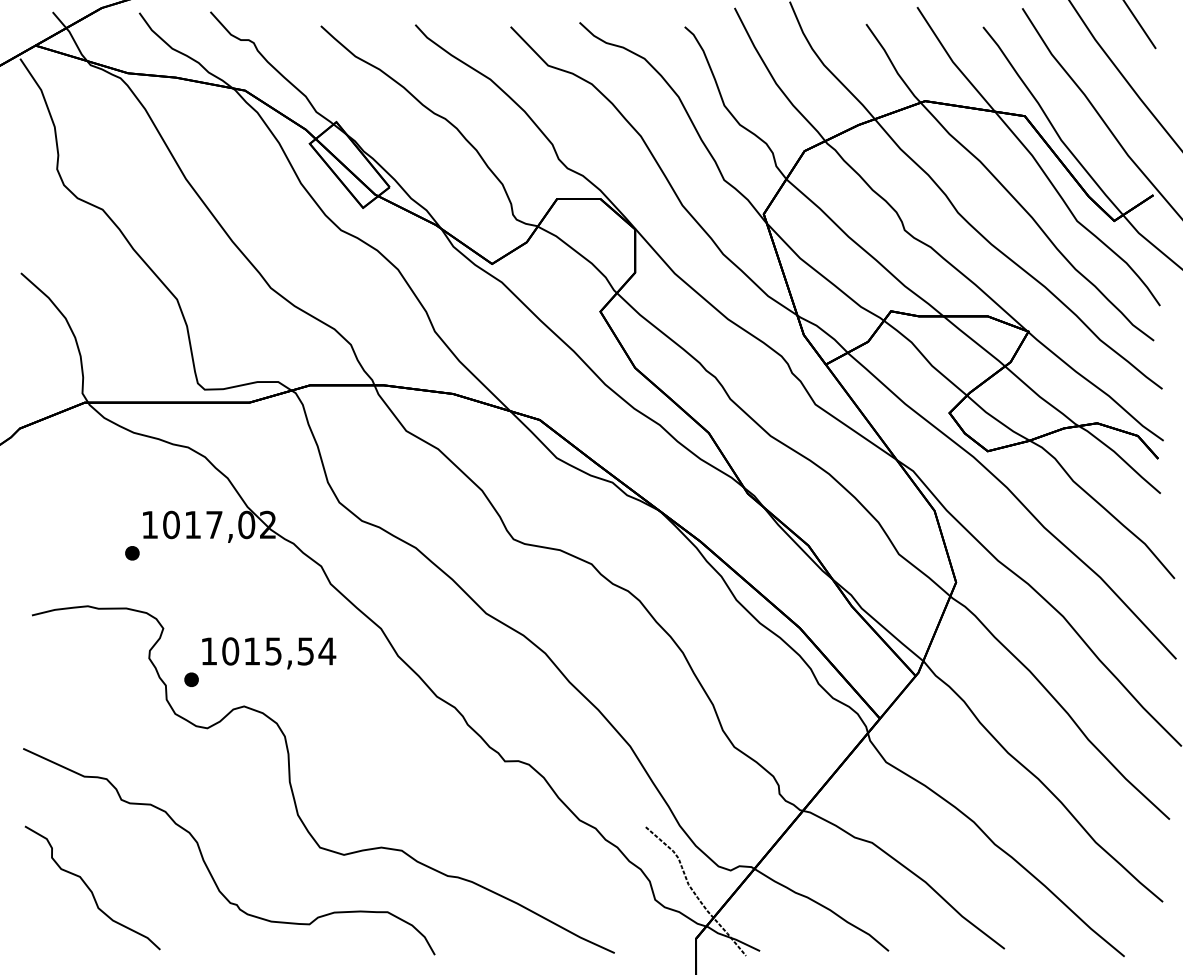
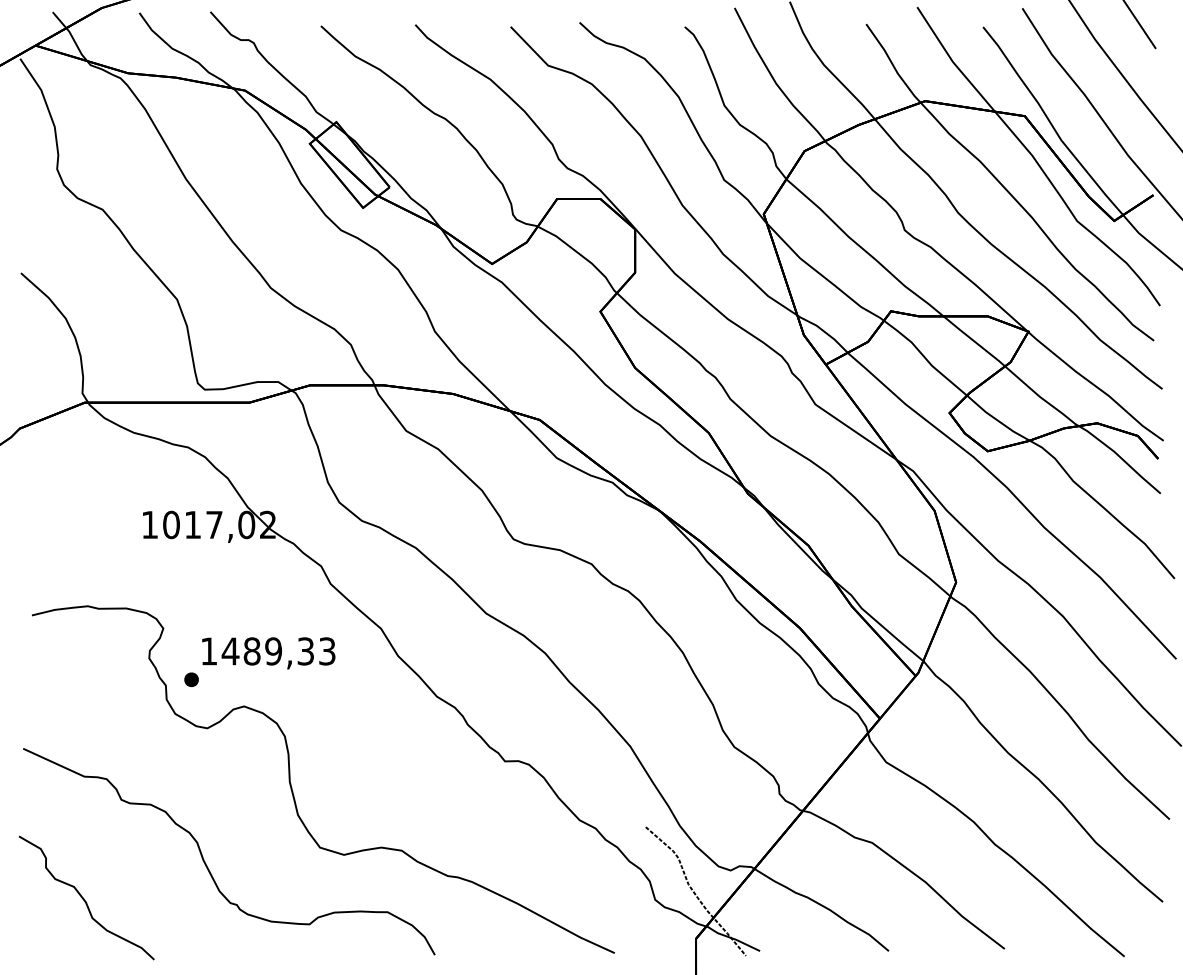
part at (132, 553): present -> none
text at (278, 651): 1015,54 -> 1489,33
curve at (90, 888) position: (90, 888) -> (84, 898)
